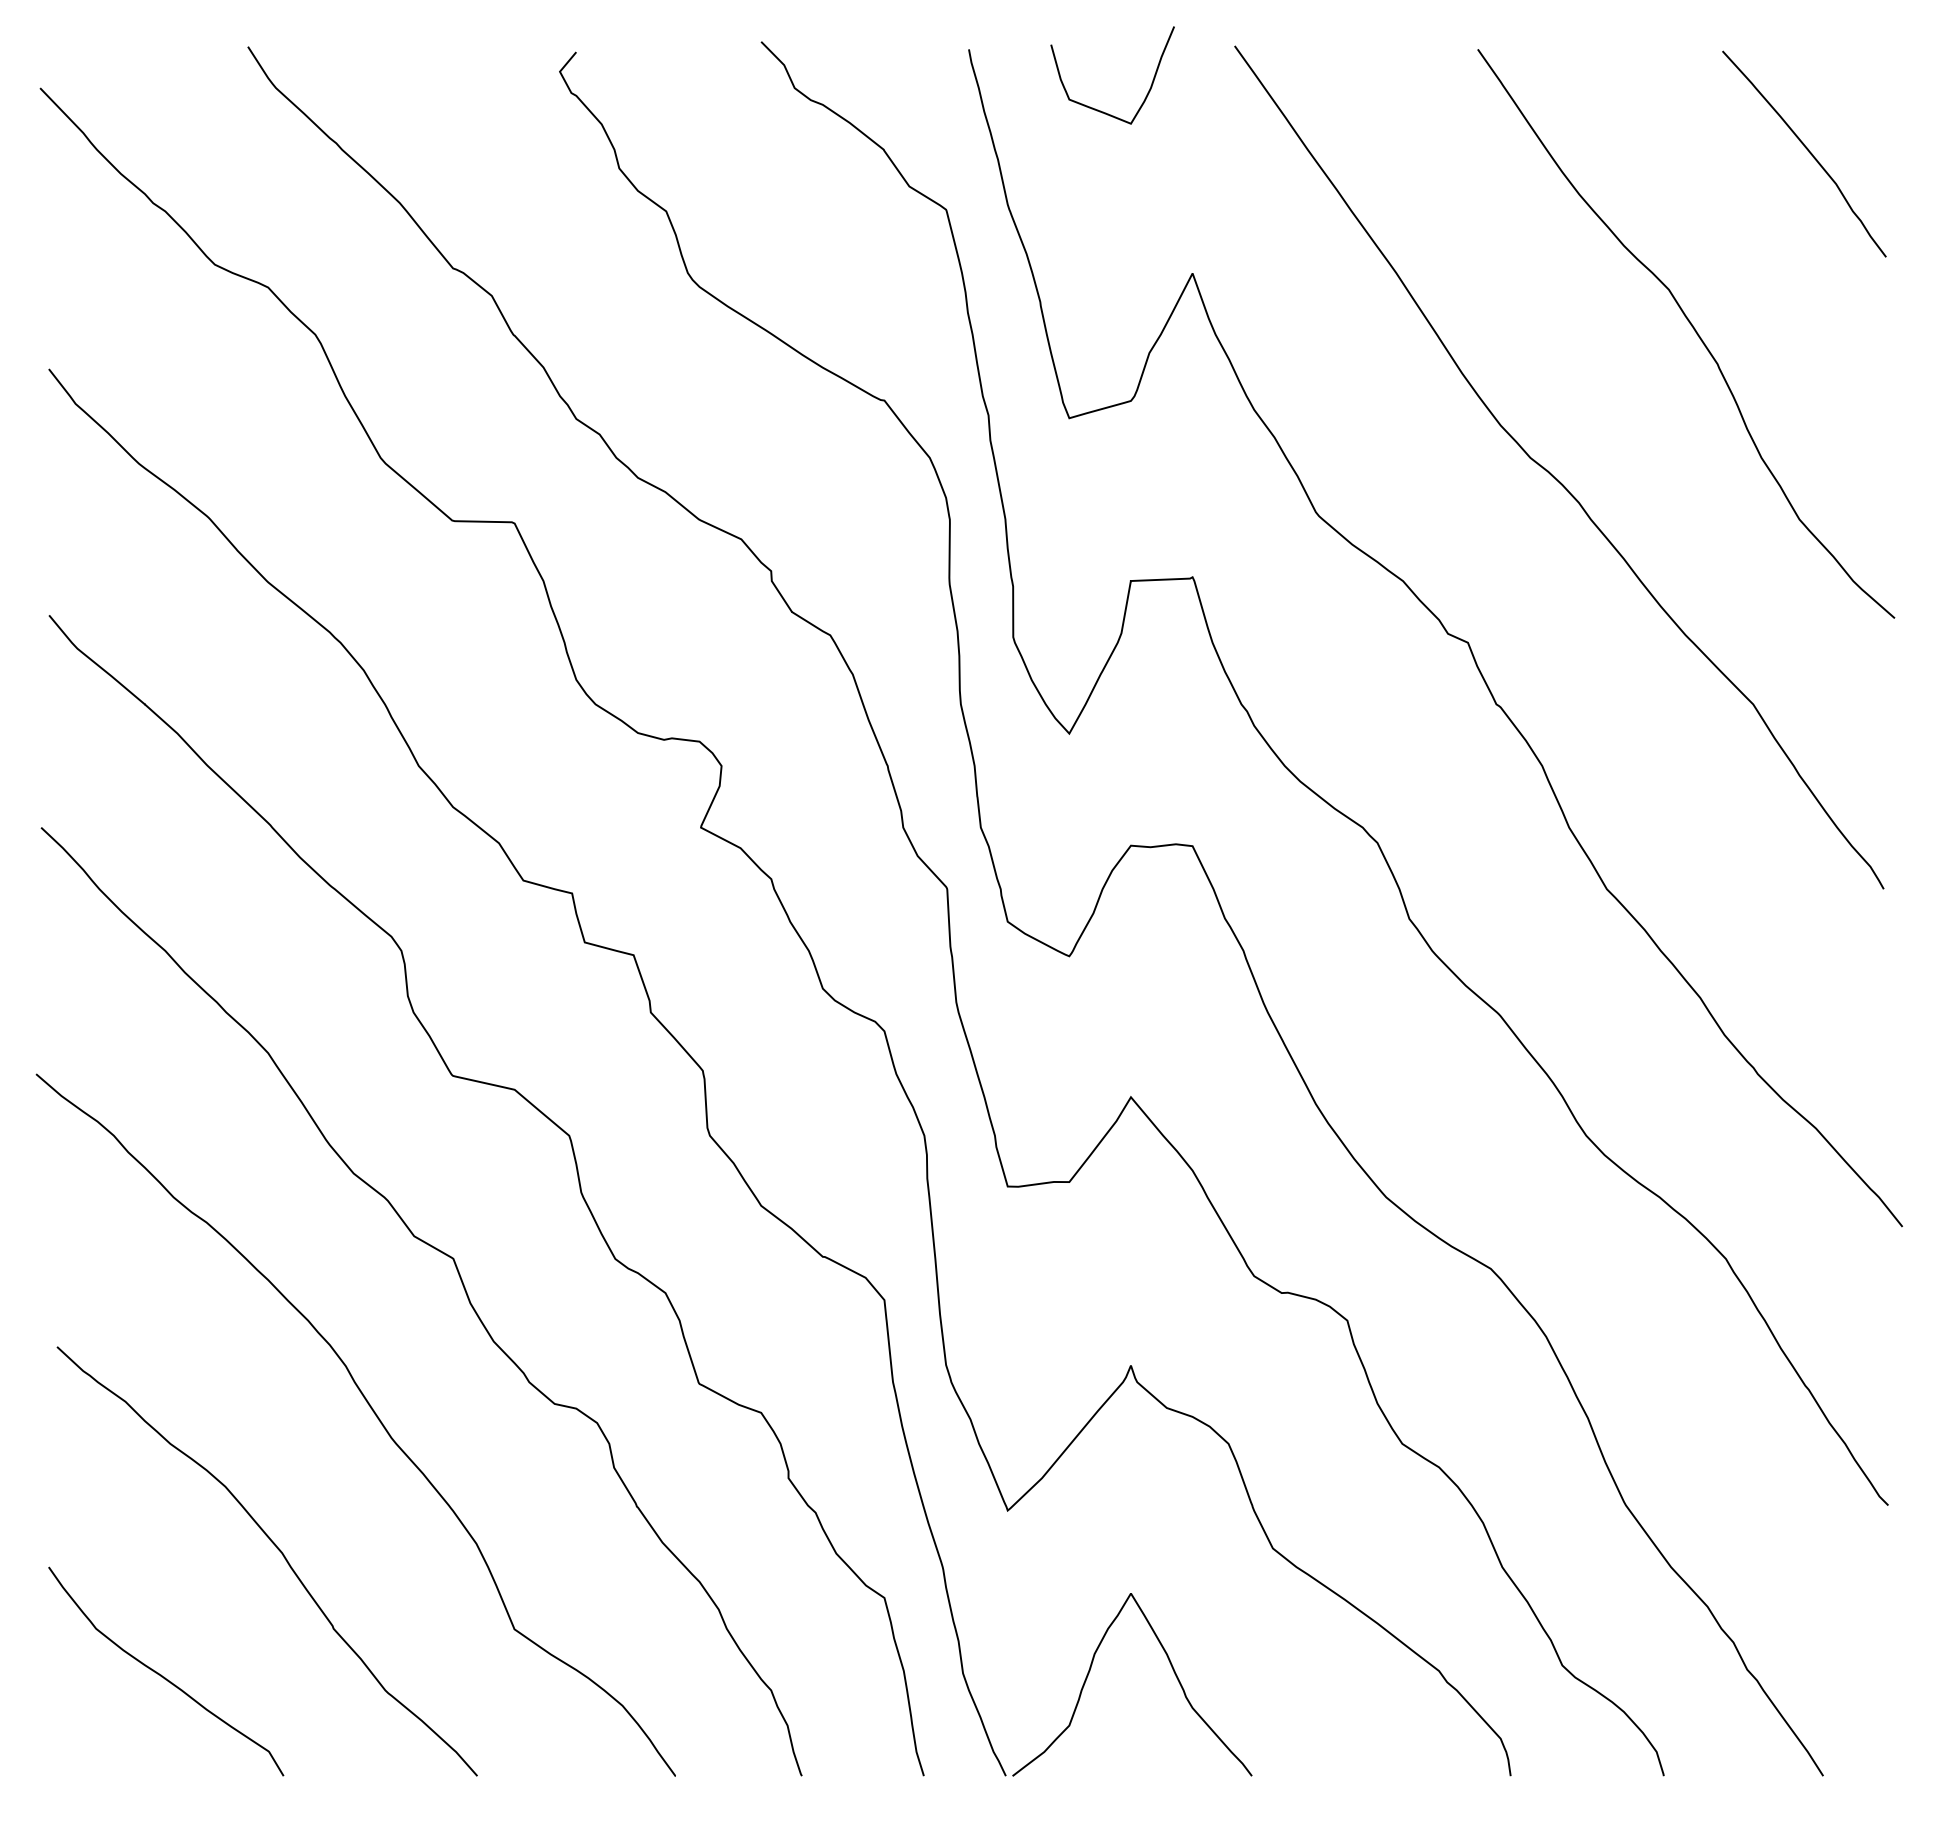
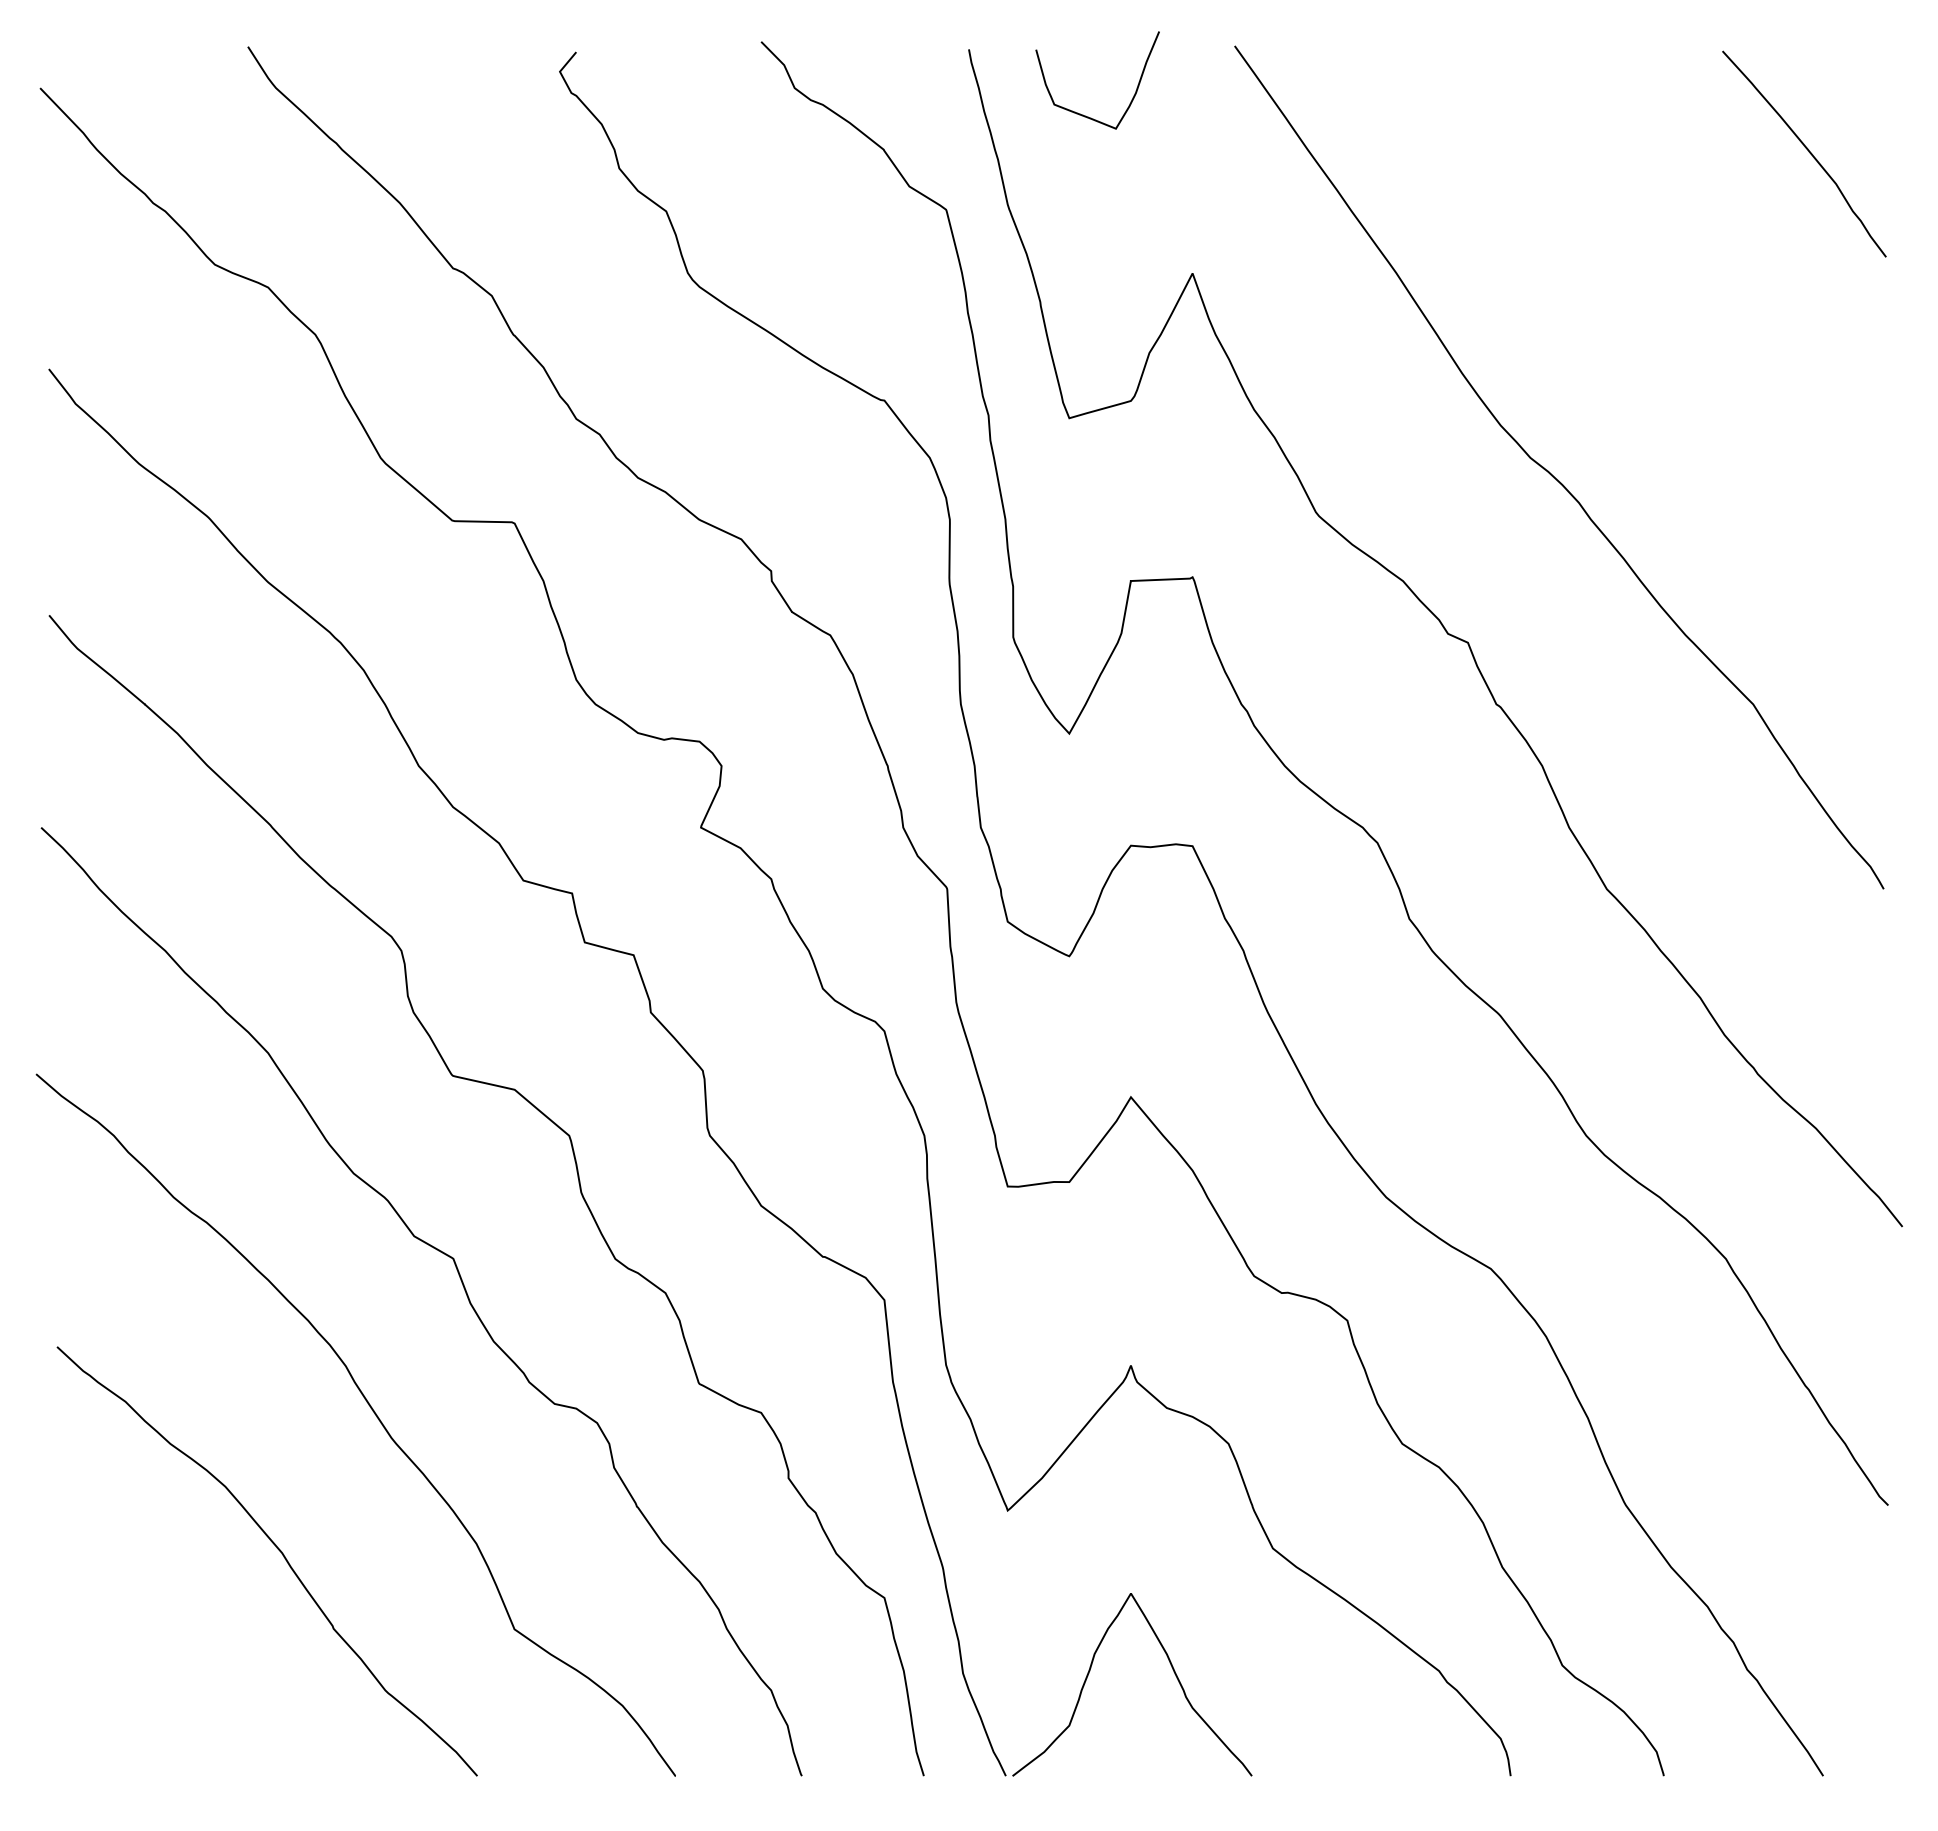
curve at (1098, 109) position: (1098, 109) -> (1083, 114)
curve at (1693, 329): present -> none
curve at (164, 1676): present -> none
